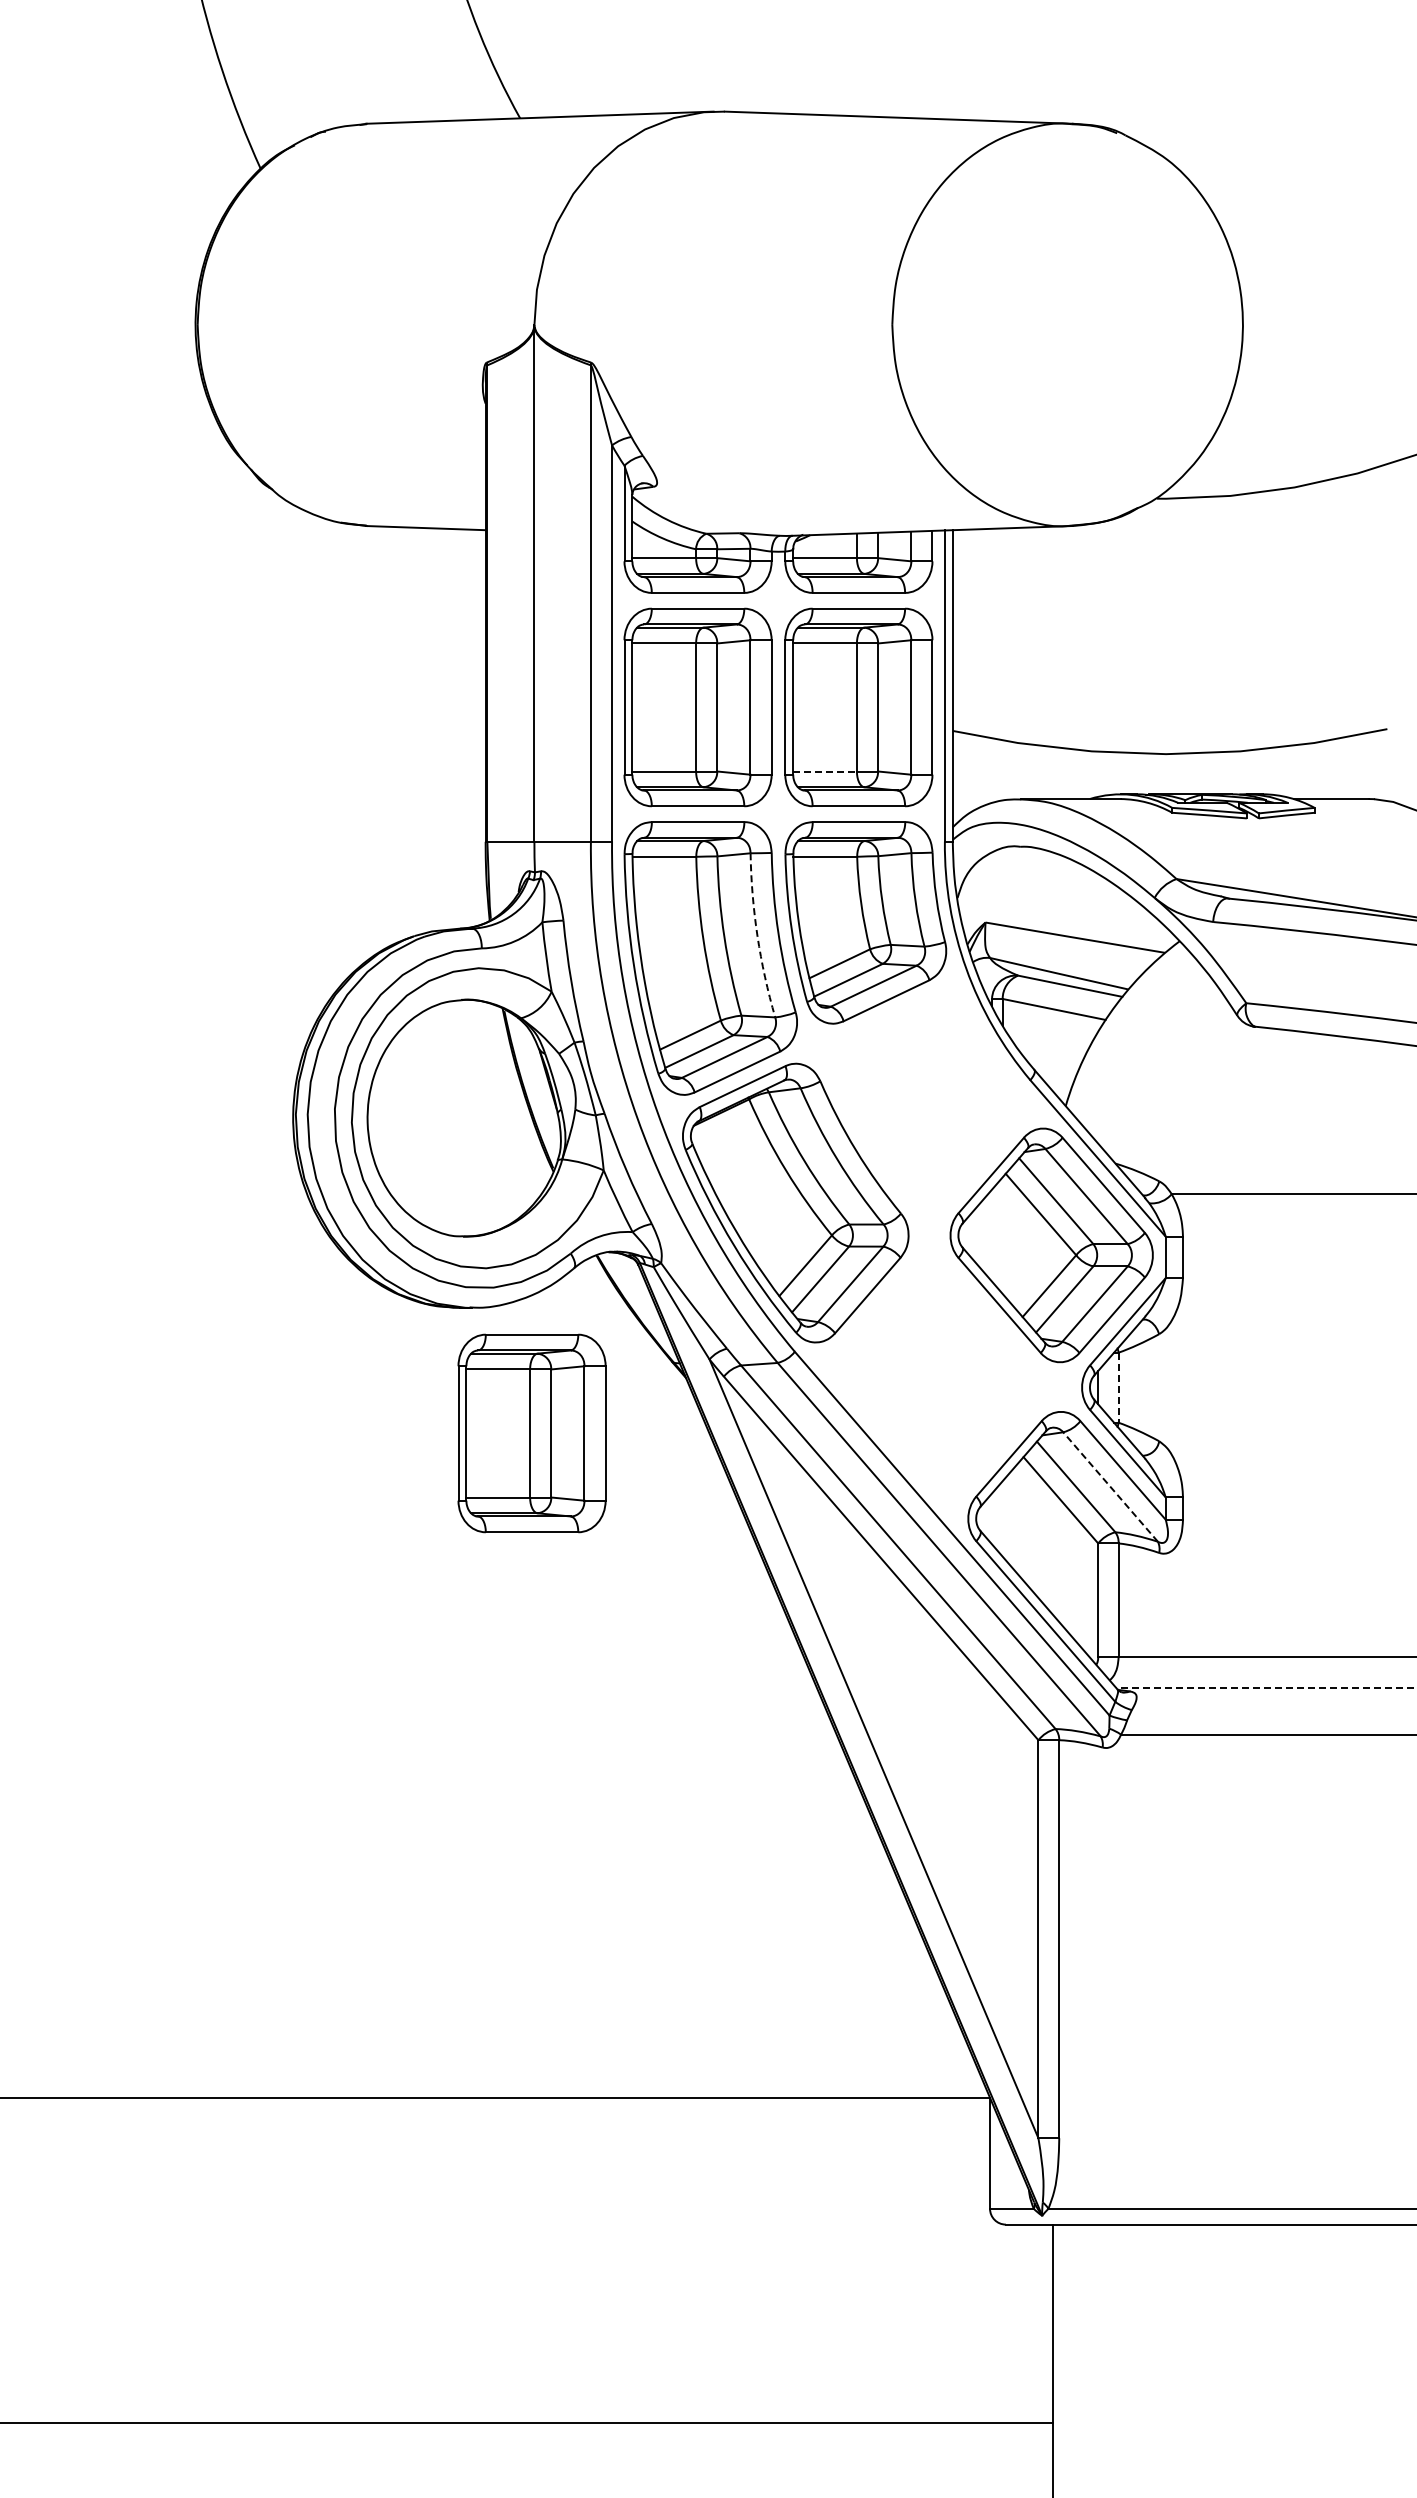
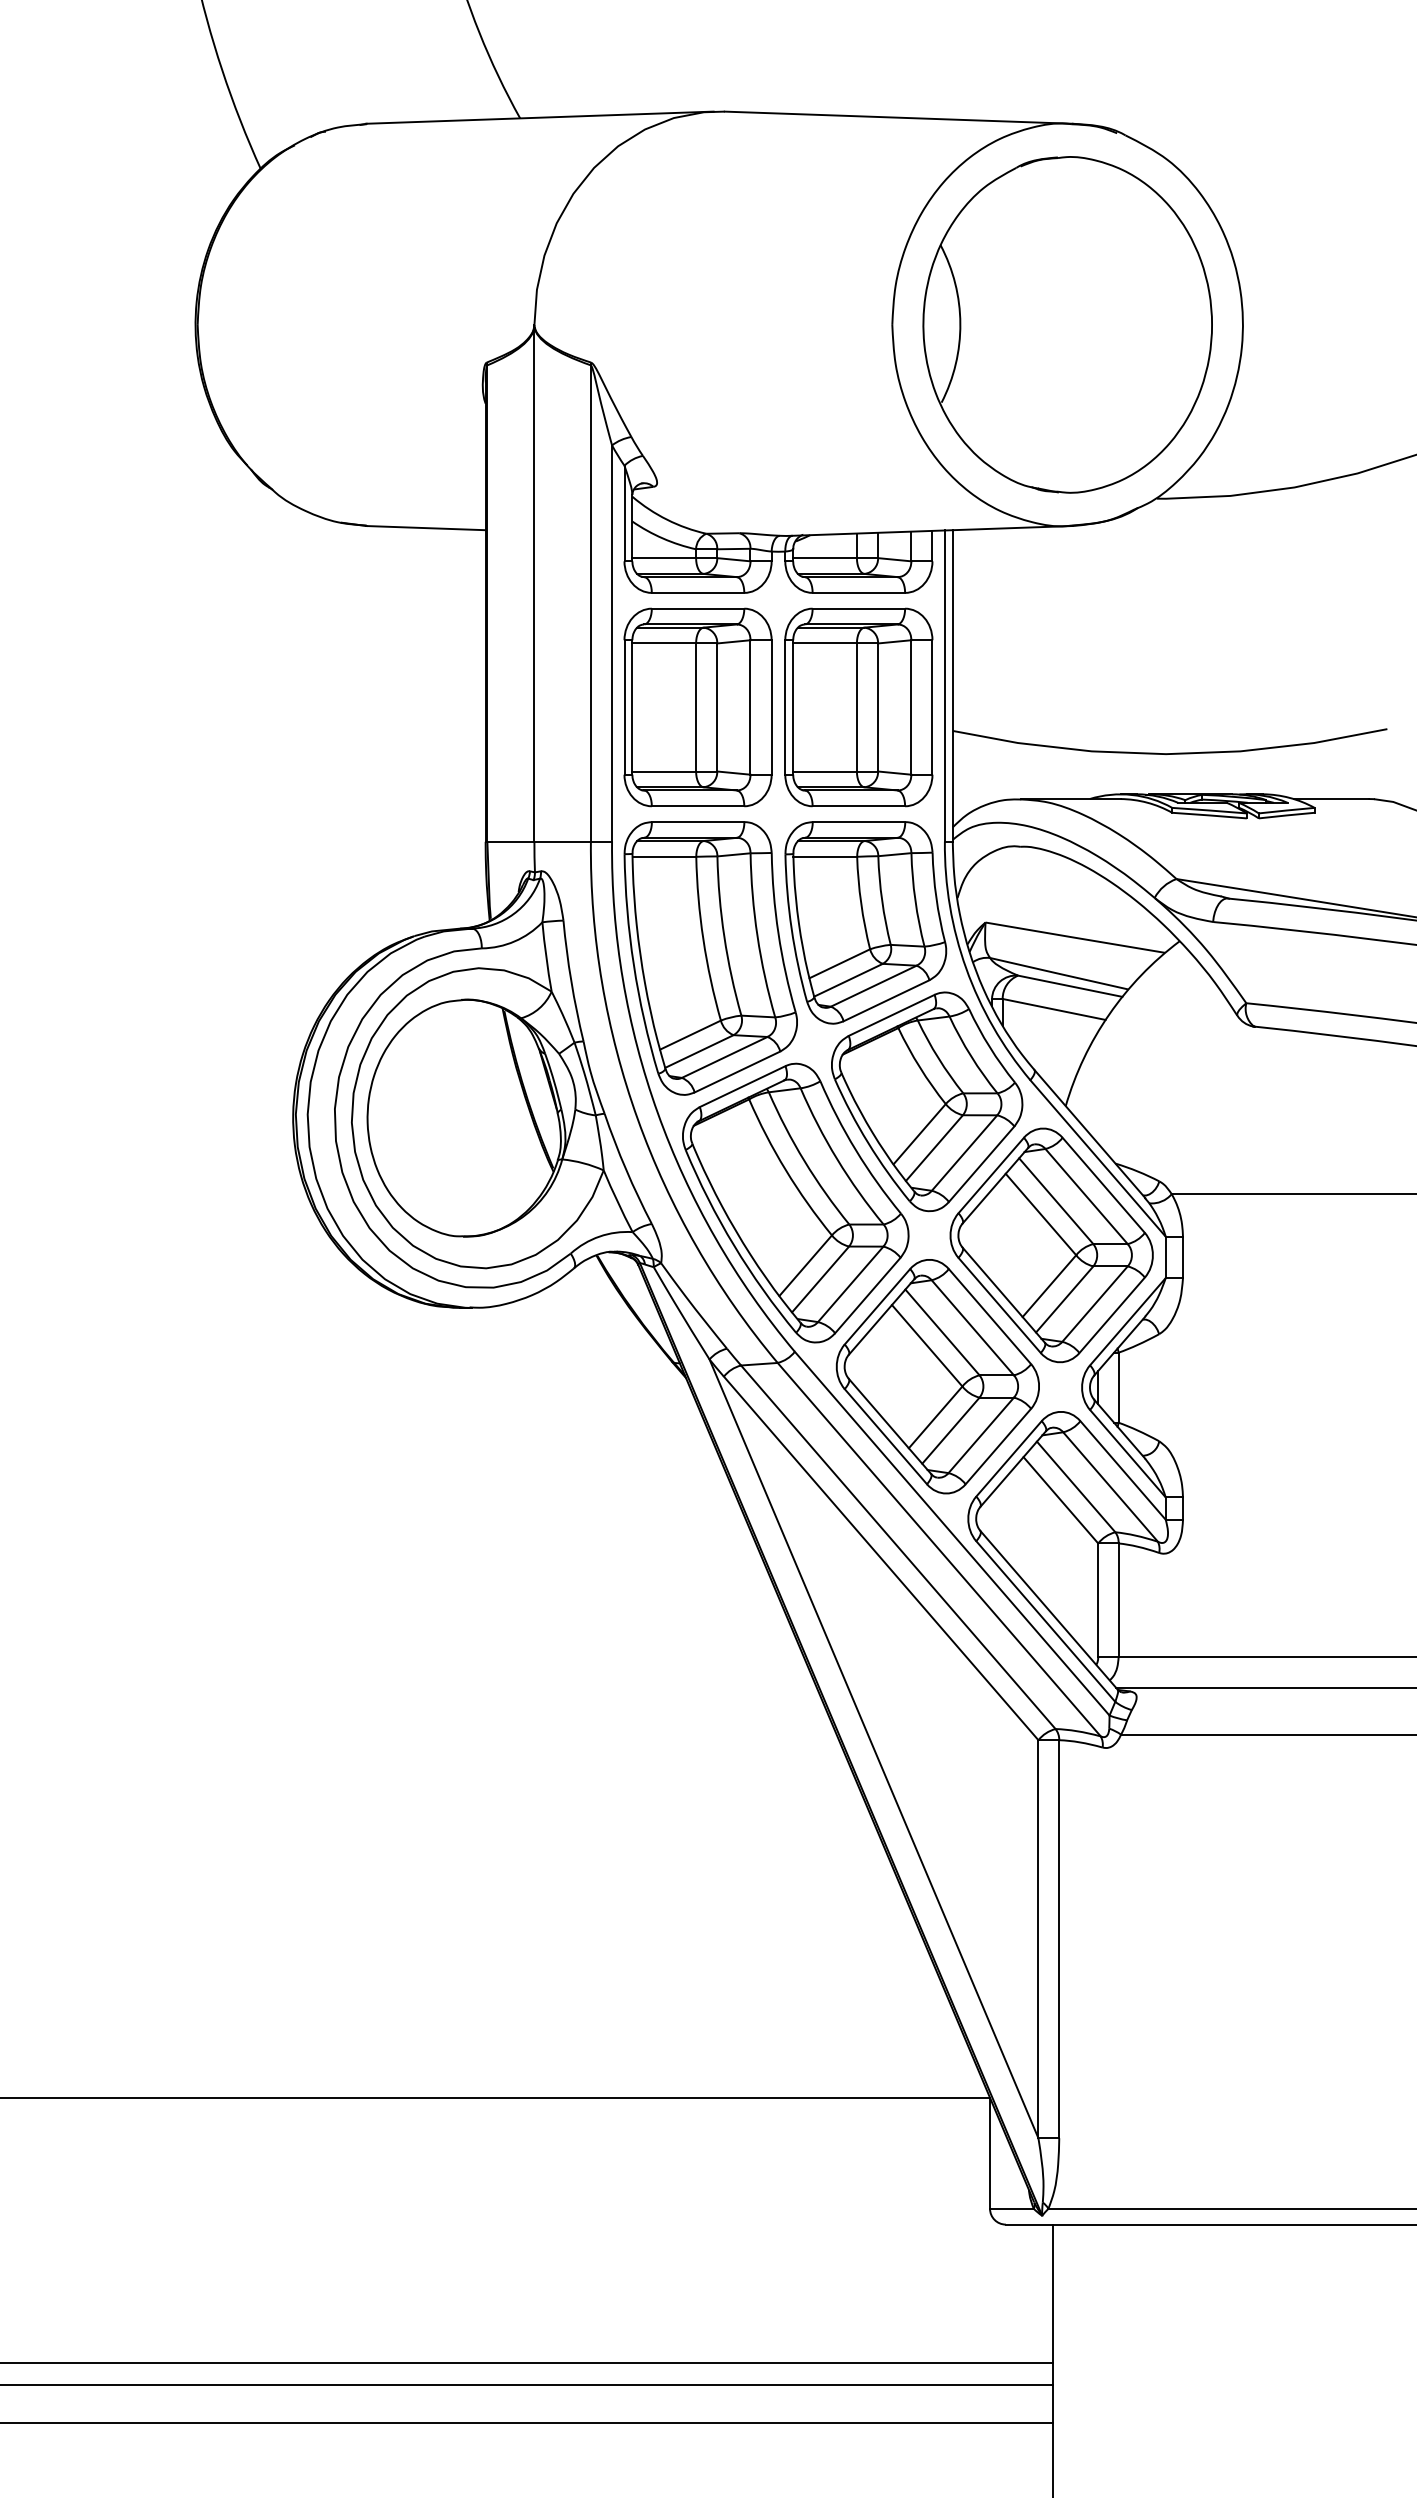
part at (1067, 324): none -> present
line at (825, 771): dashed -> solid
arc at (757, 936): dashed -> solid
part at (927, 1101): none -> present
part at (937, 1376): none -> present
line at (1118, 1388): dashed -> solid
part at (531, 1433): present -> none
line at (1110, 1486): dashed -> solid
line at (1266, 1688): dashed -> solid
line at (527, 2362): none -> present
line at (527, 2384): none -> present
